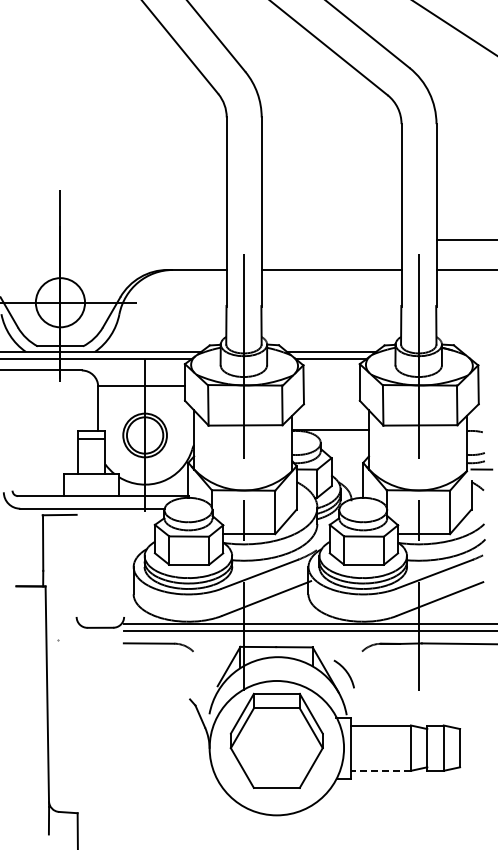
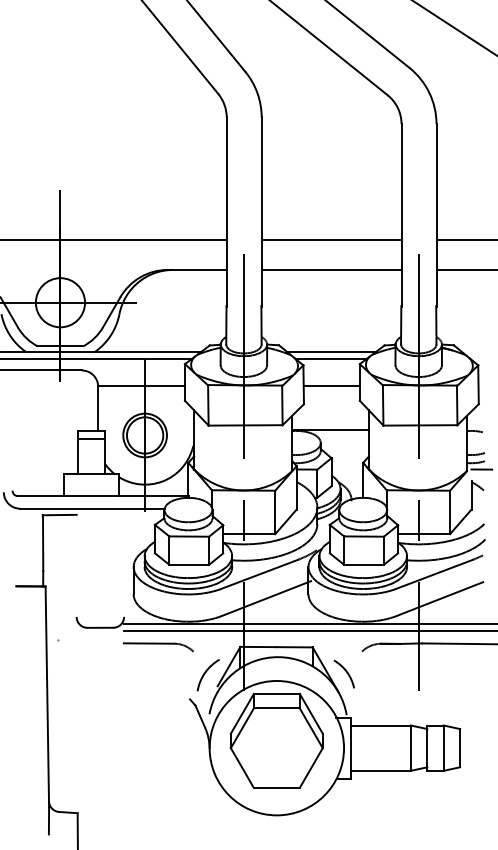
line at (114, 239): none -> present
line at (331, 239): none -> present
line at (331, 386): none -> present
arc at (205, 674): none -> present
line at (380, 770): dashed -> solid
